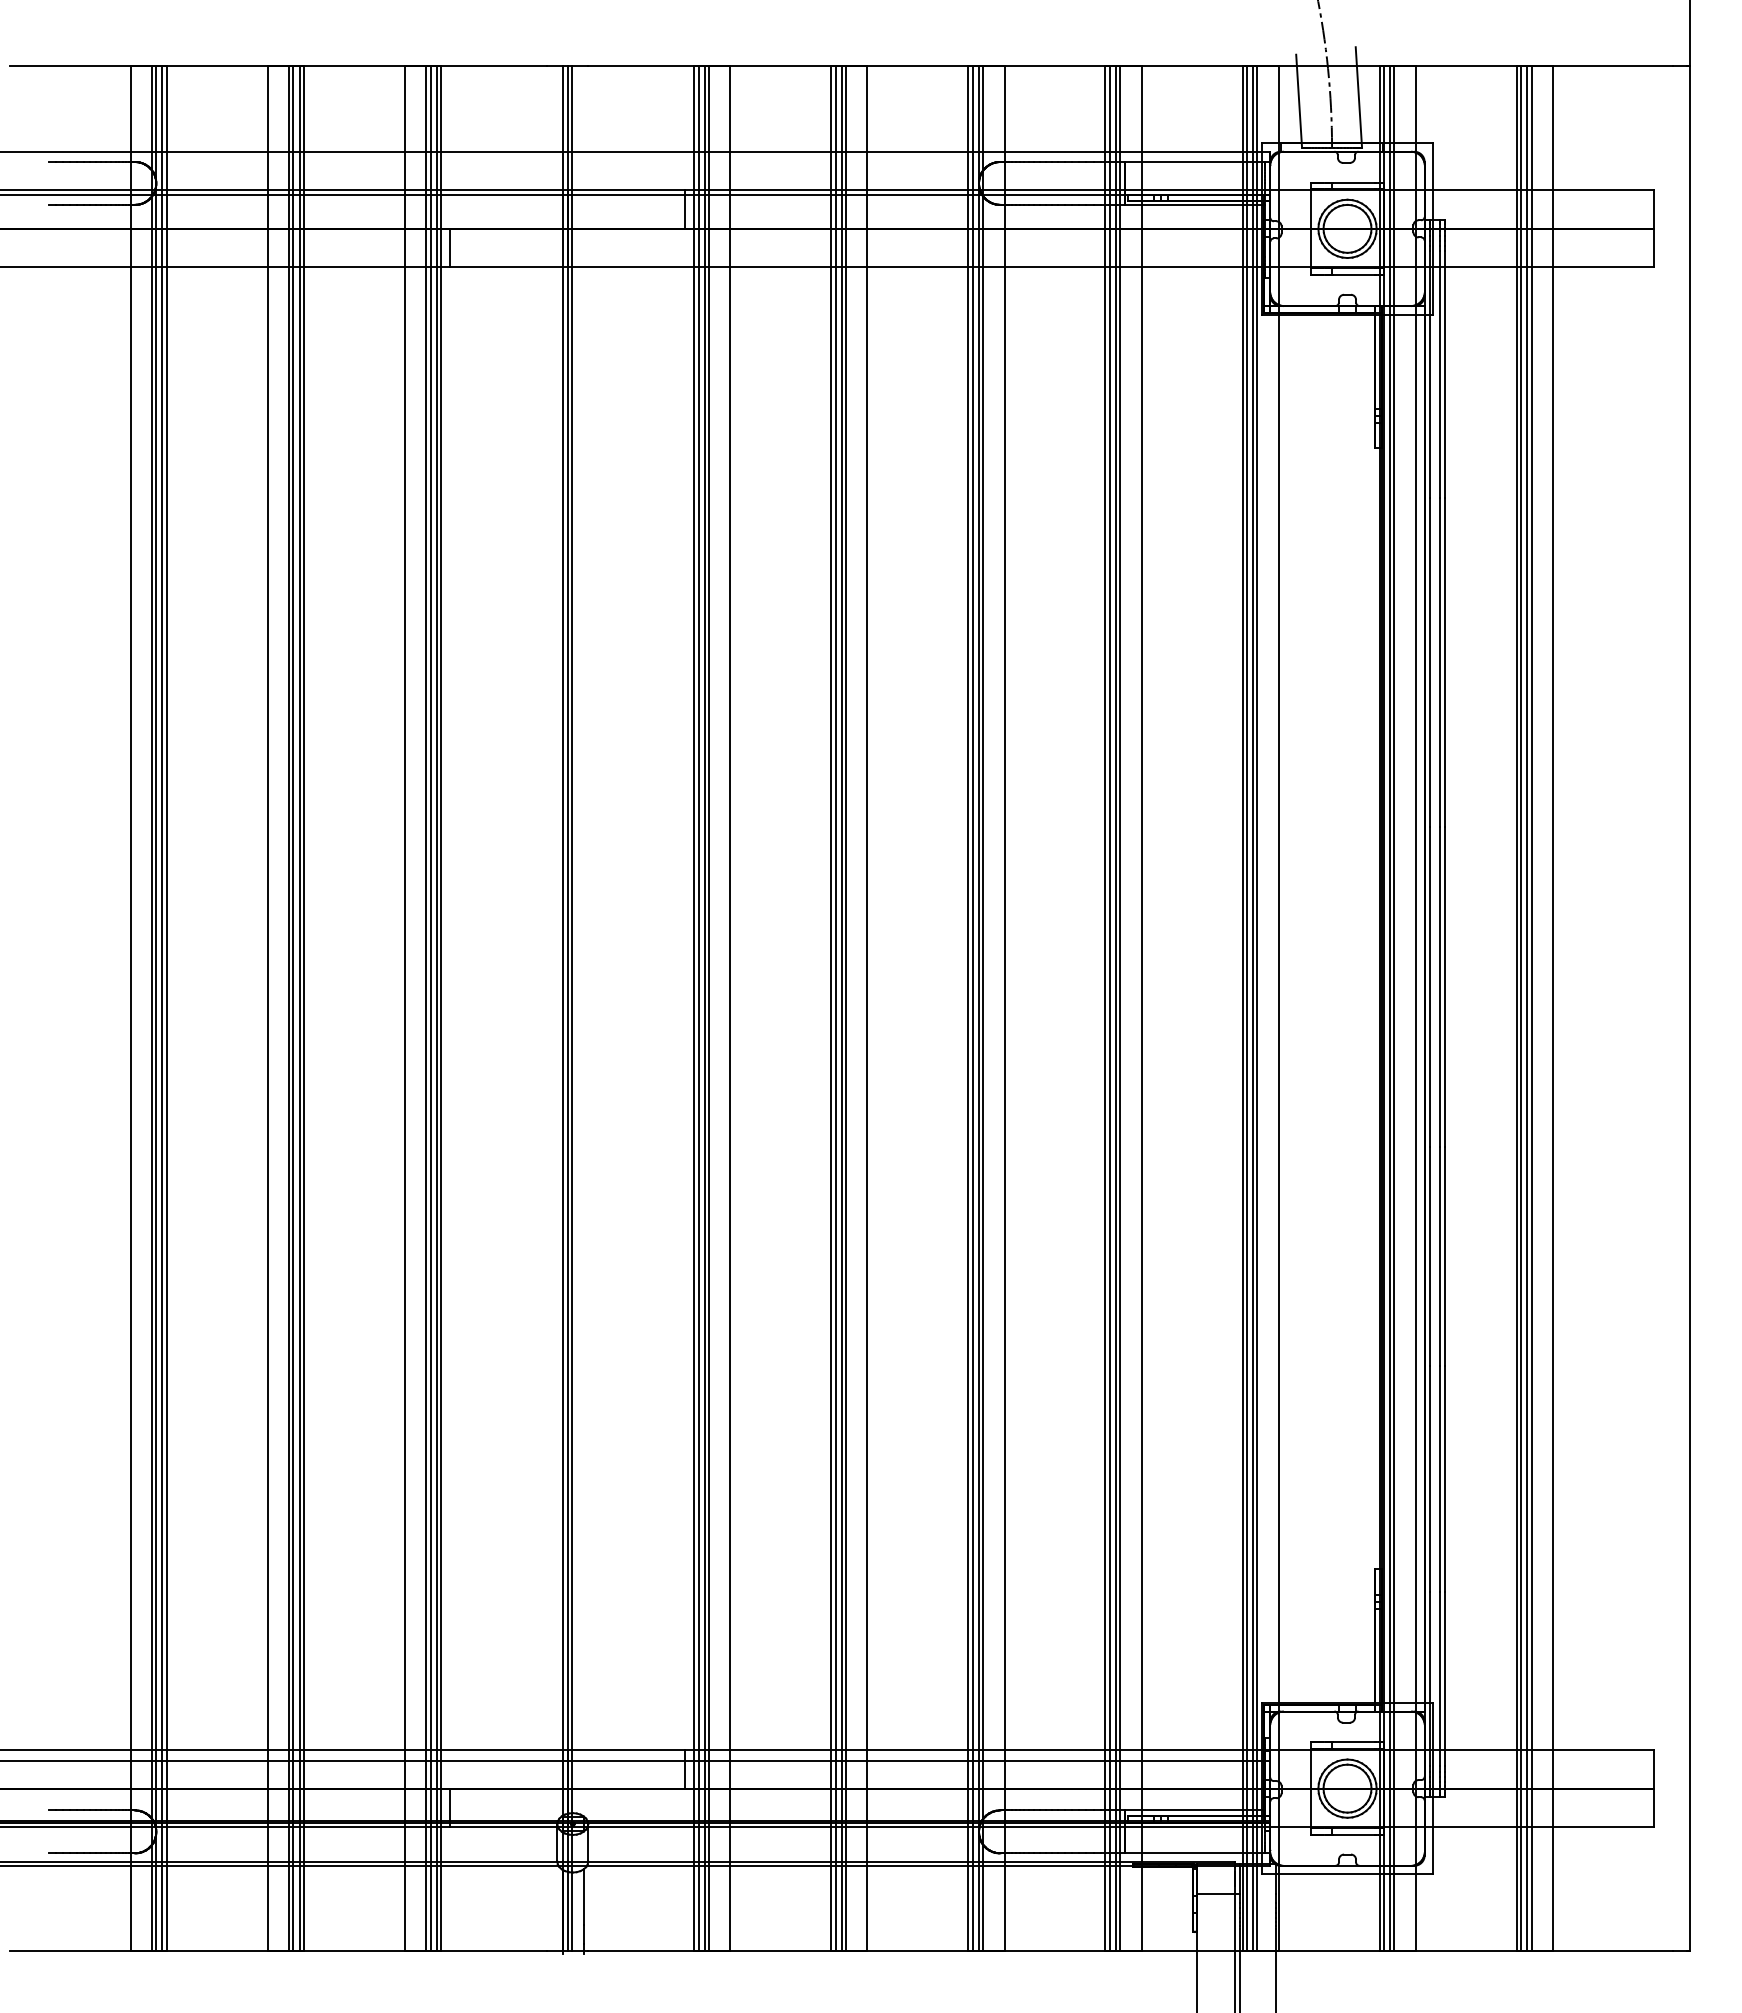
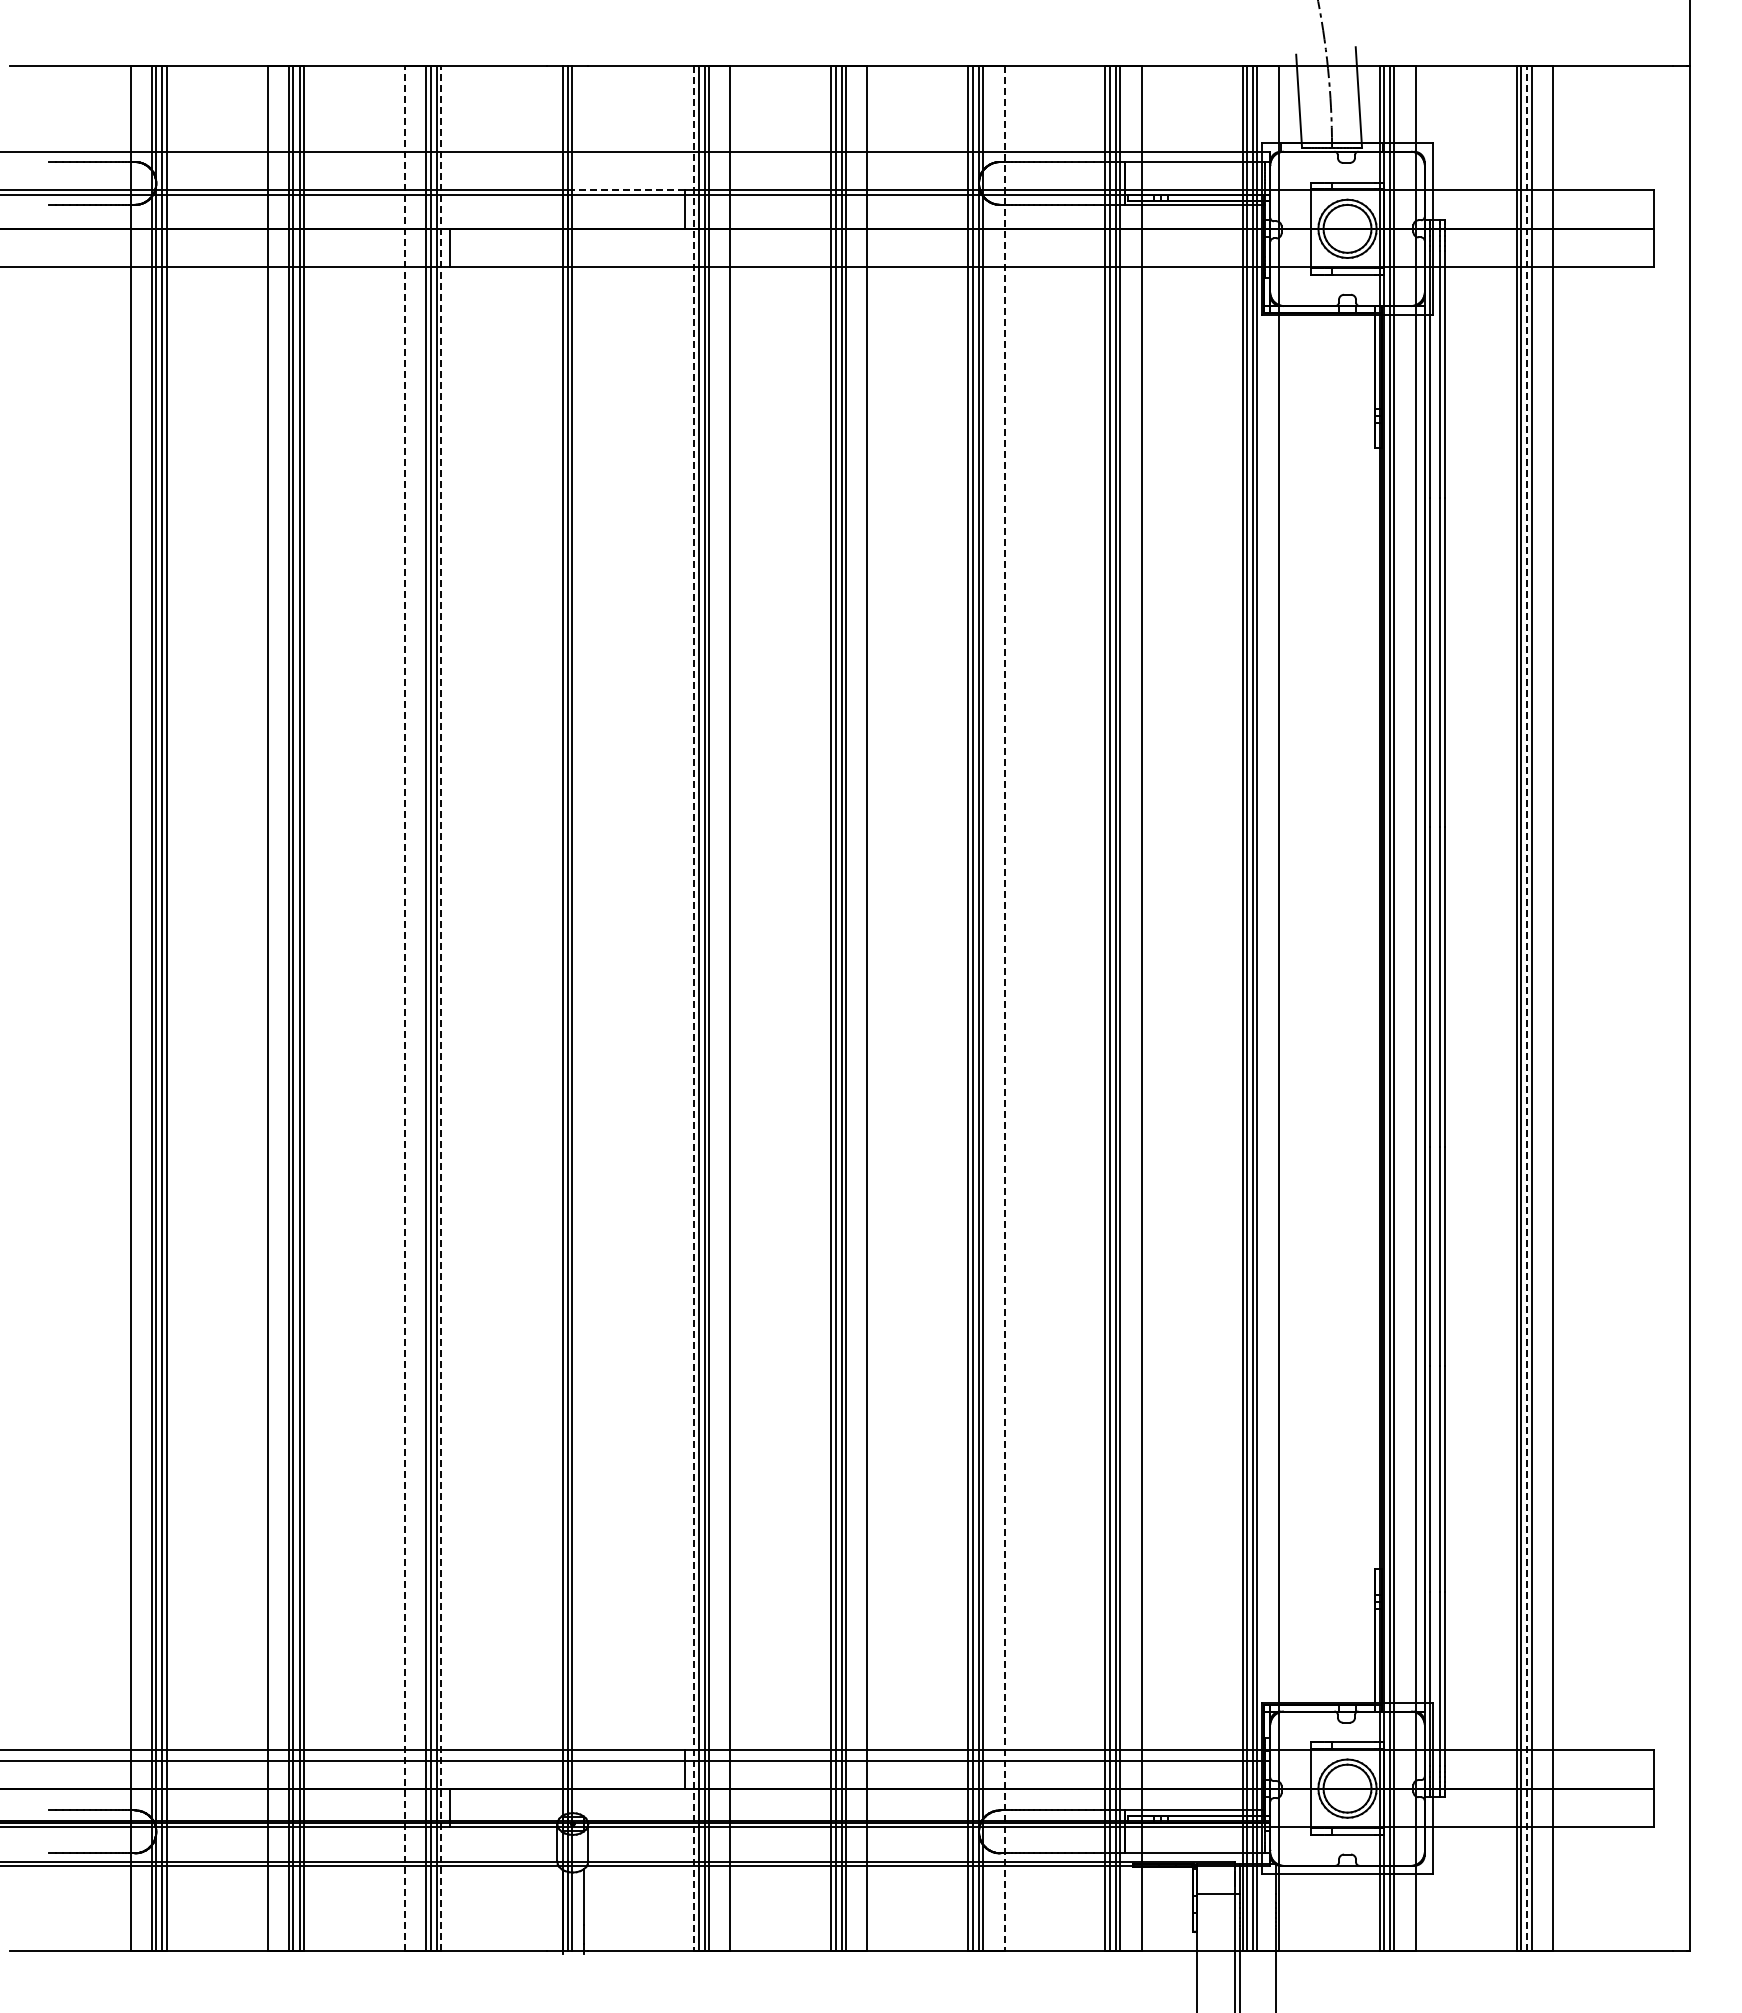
line at (626, 190): solid -> dashed
line at (404, 1008): solid -> dashed
line at (441, 1008): solid -> dashed
line at (694, 1008): solid -> dashed
line at (1004, 1008): solid -> dashed
line at (1527, 1008): solid -> dashed
